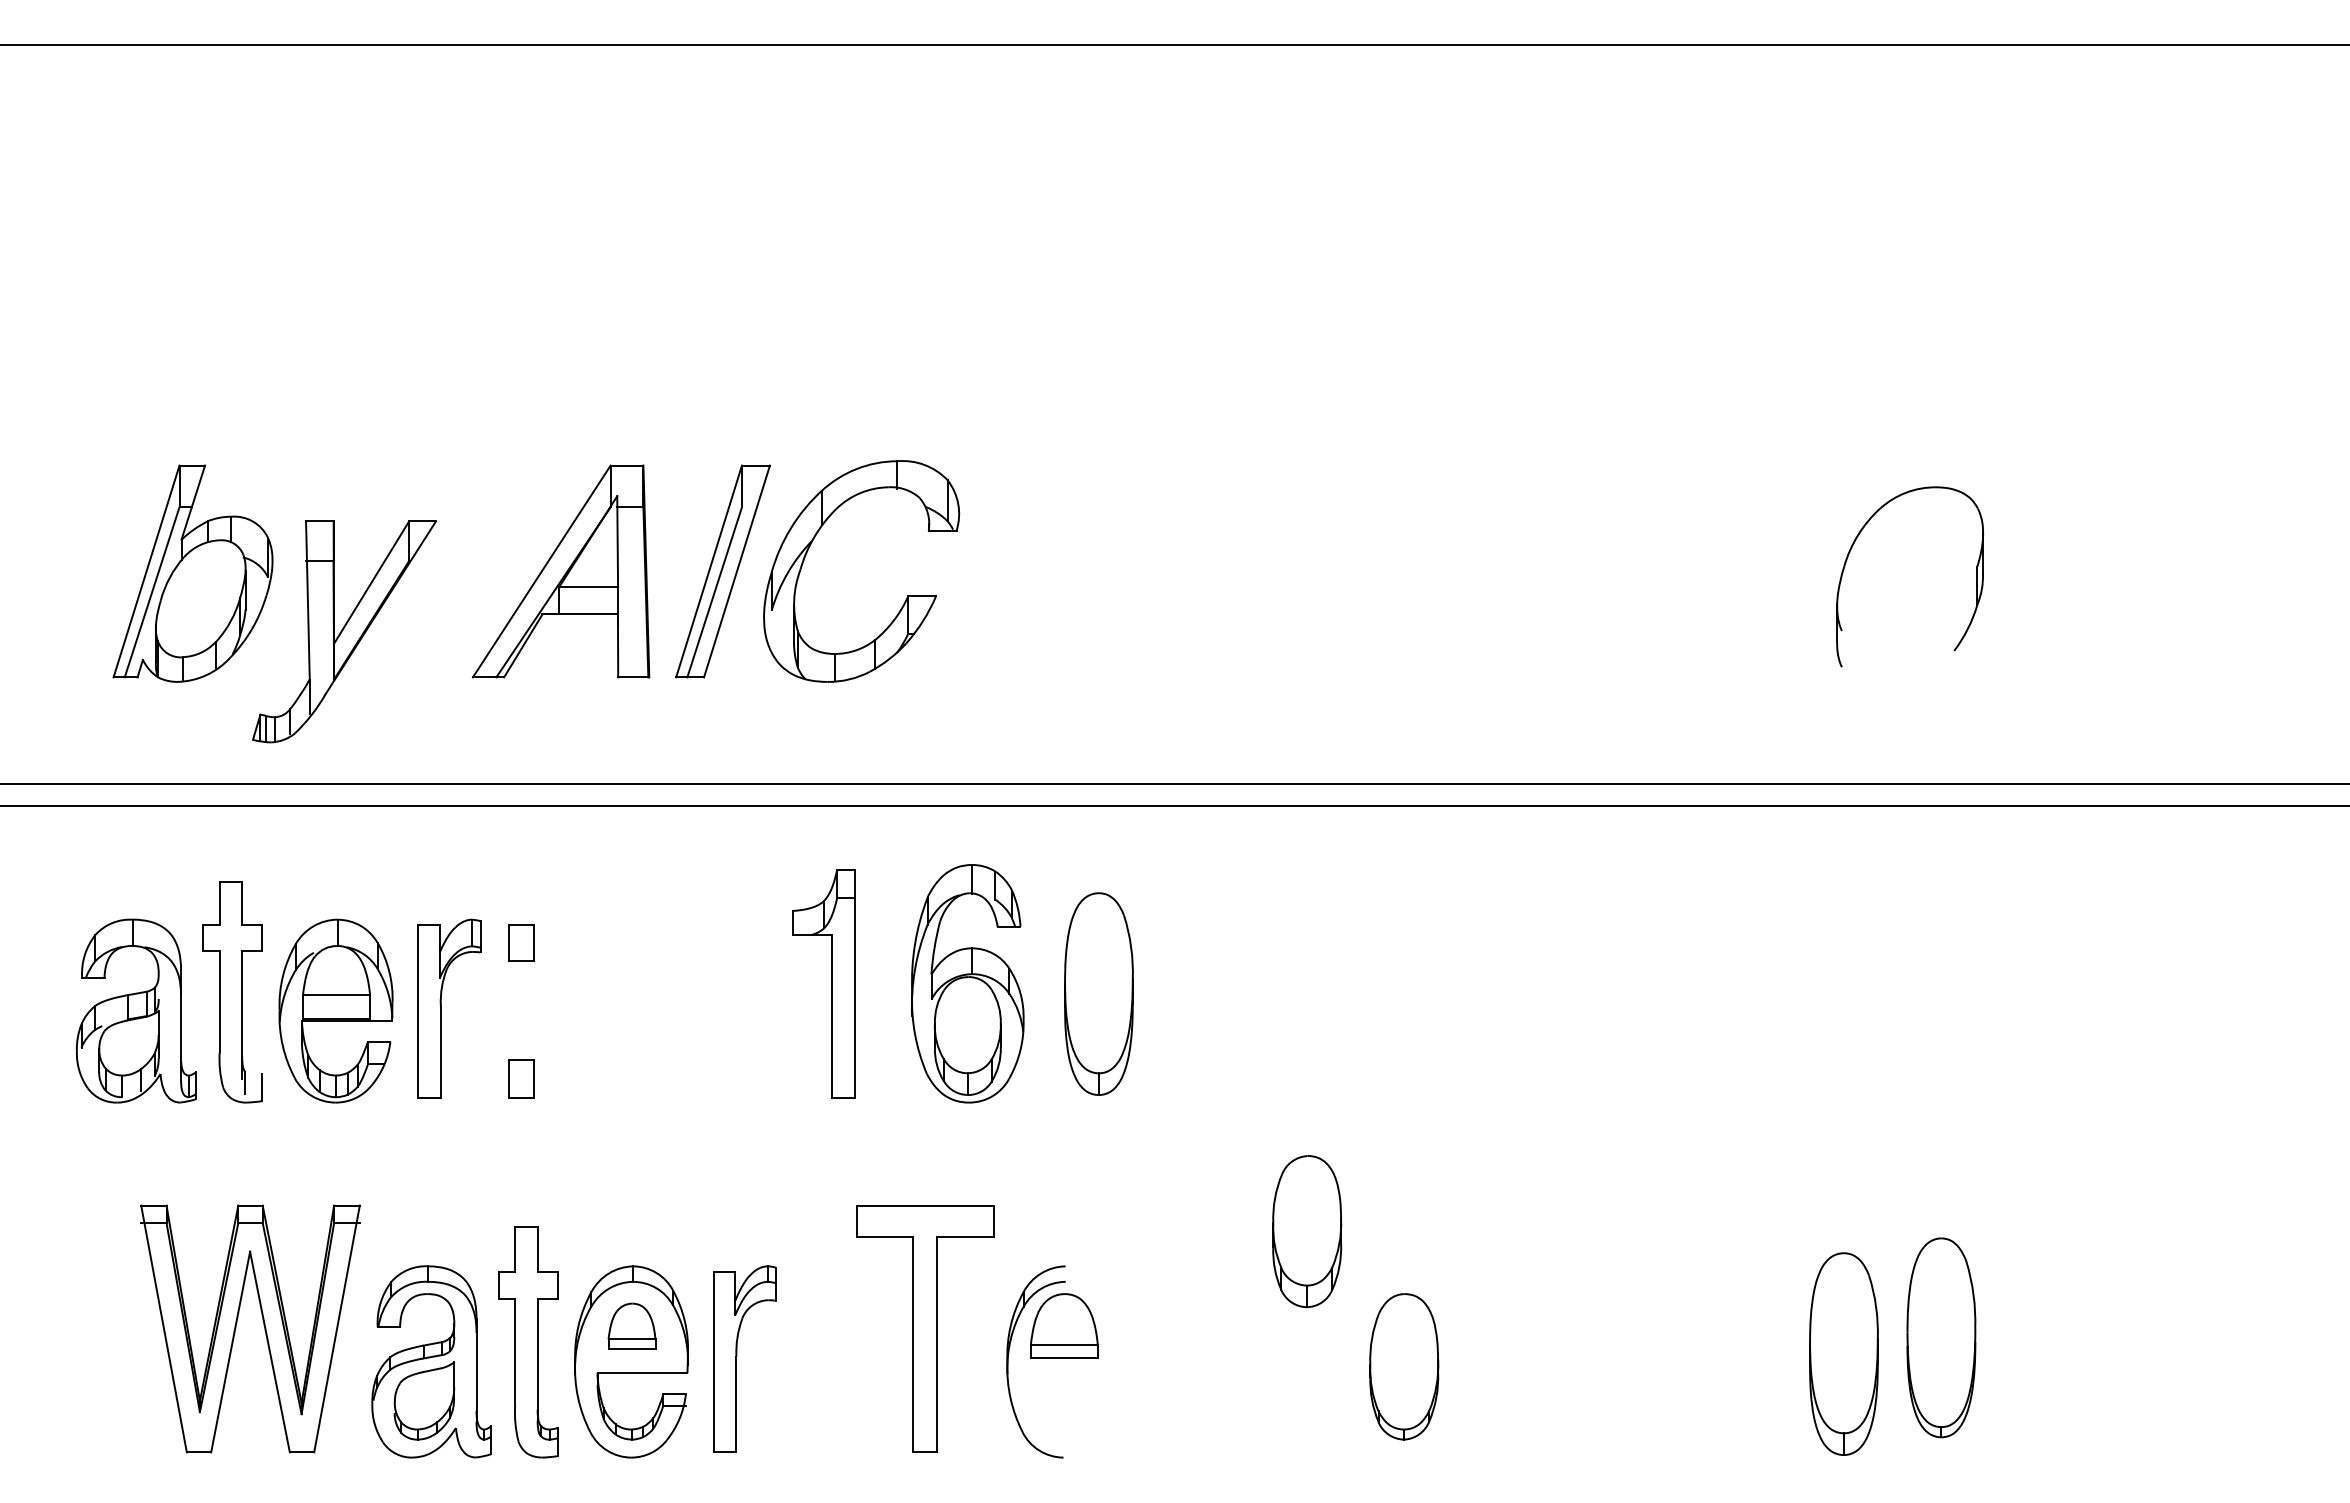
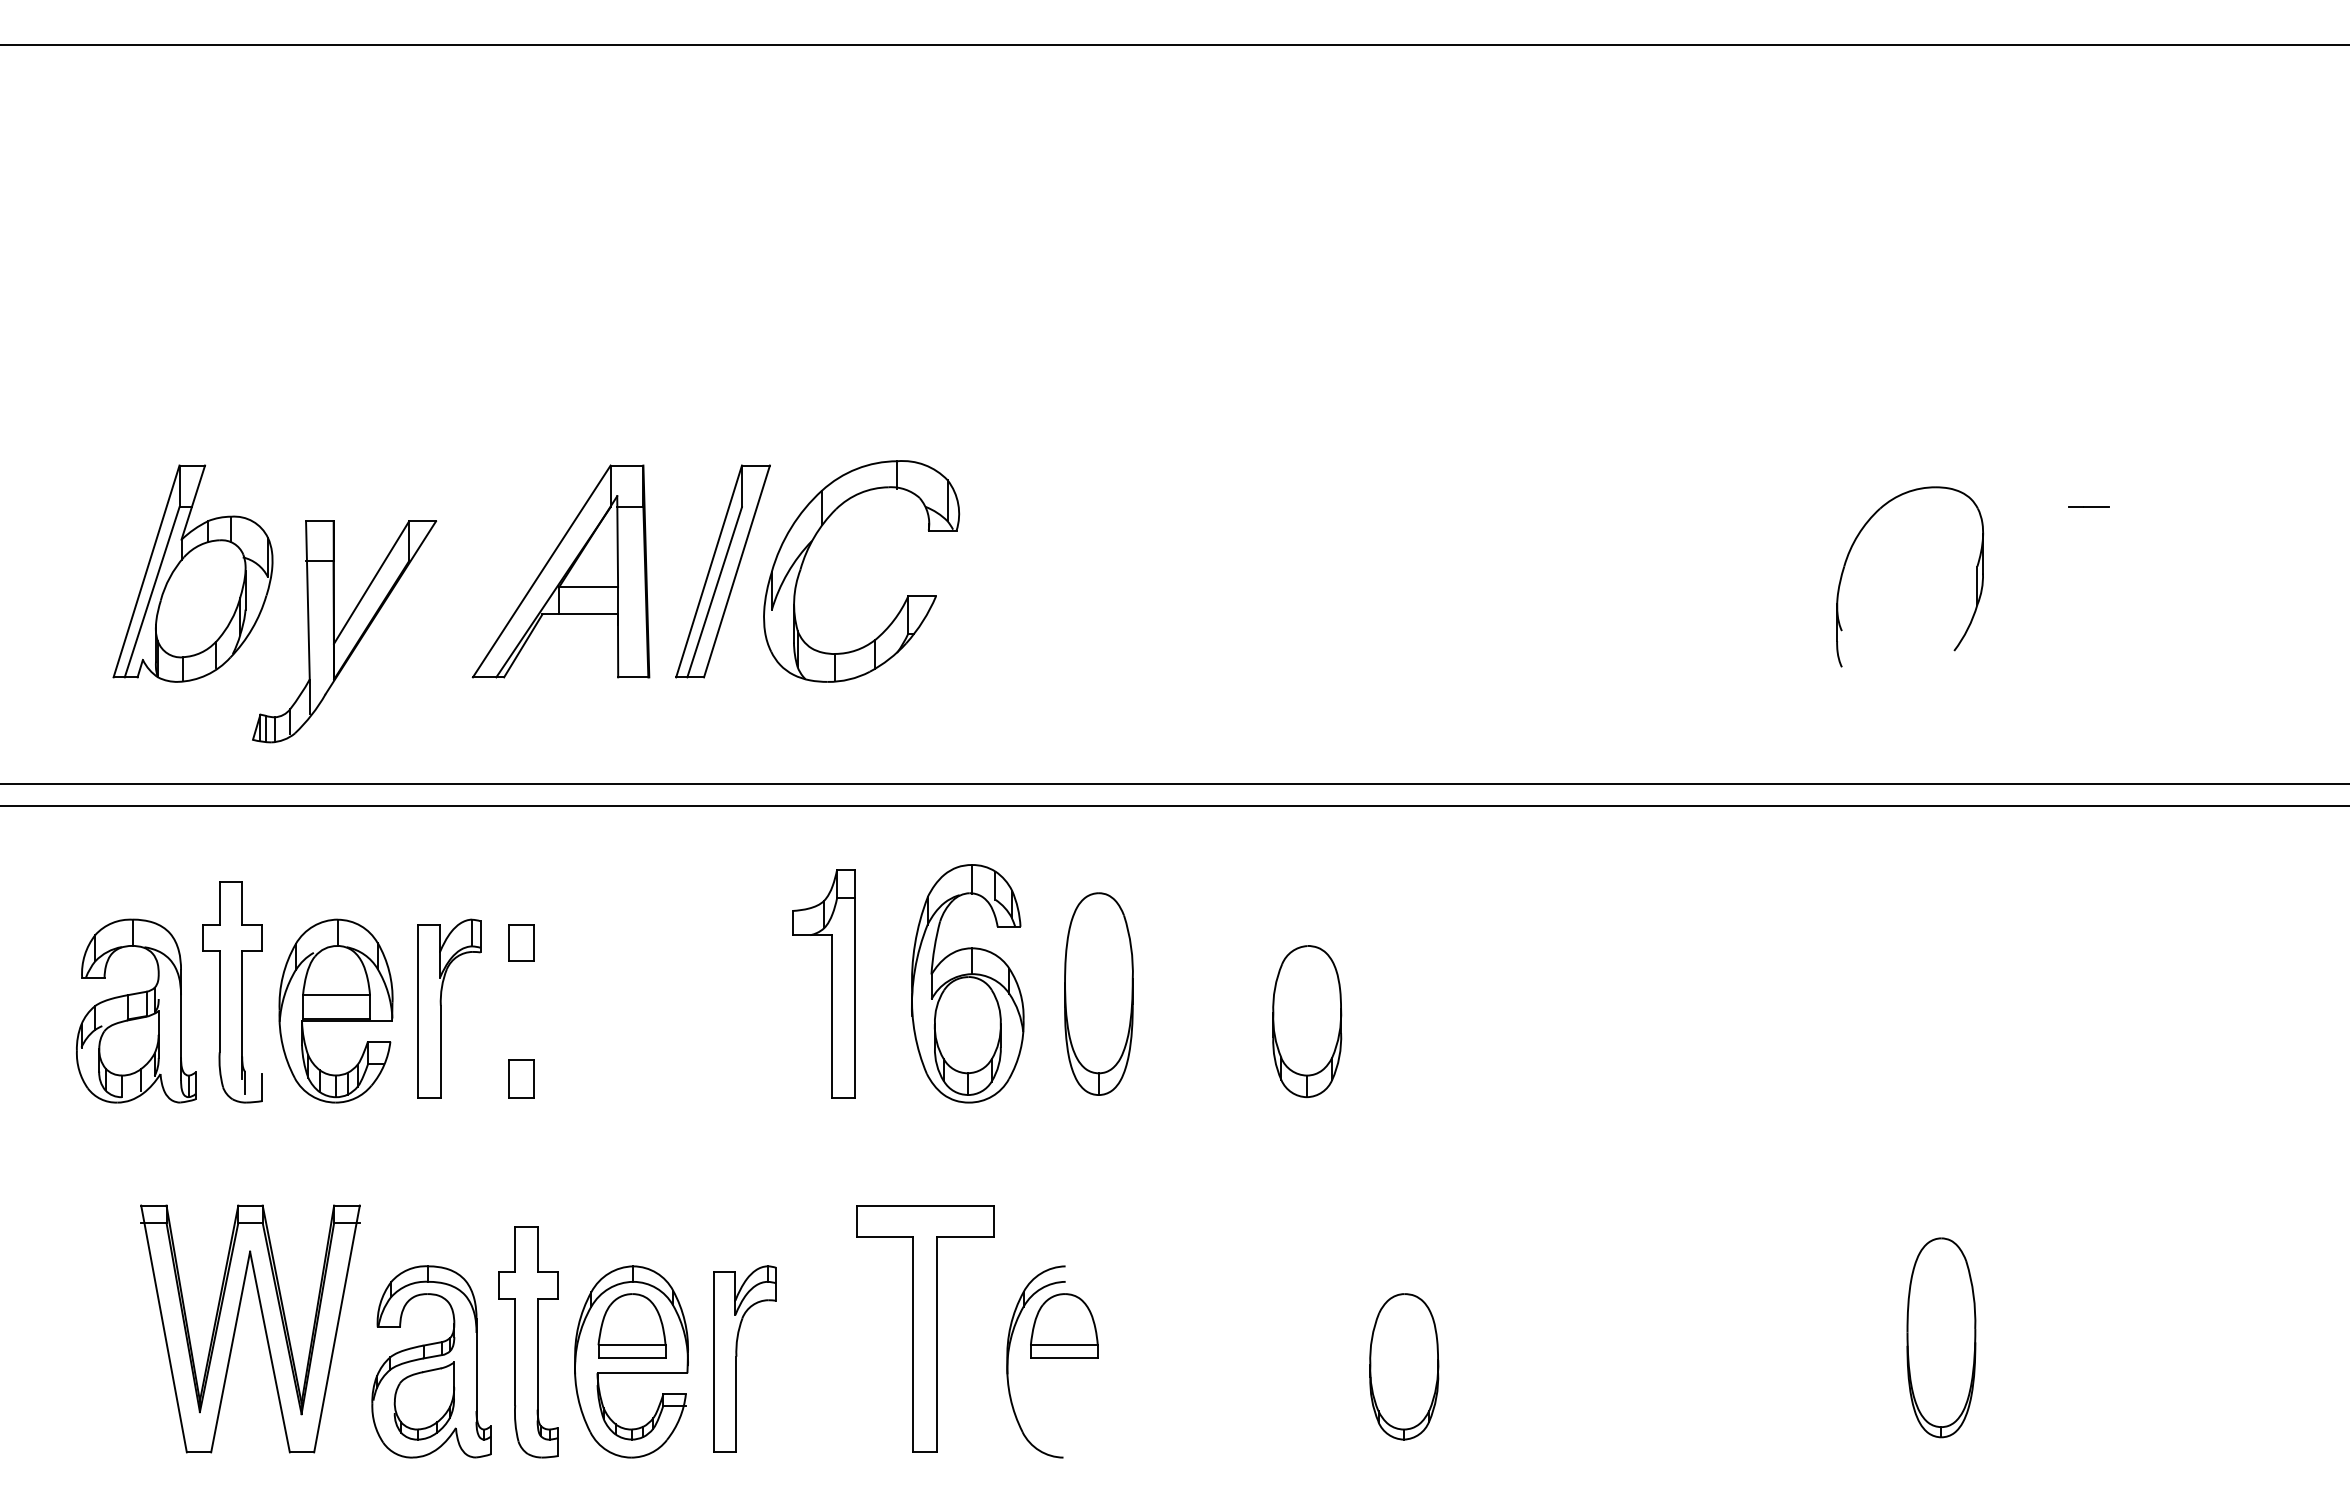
line at (2088, 506): none -> present
part at (1307, 1231) position: (1307, 1231) -> (1307, 1021)
part at (631, 1325) size: 50x48 px -> 70x66 px
part at (1843, 1353): present -> none
